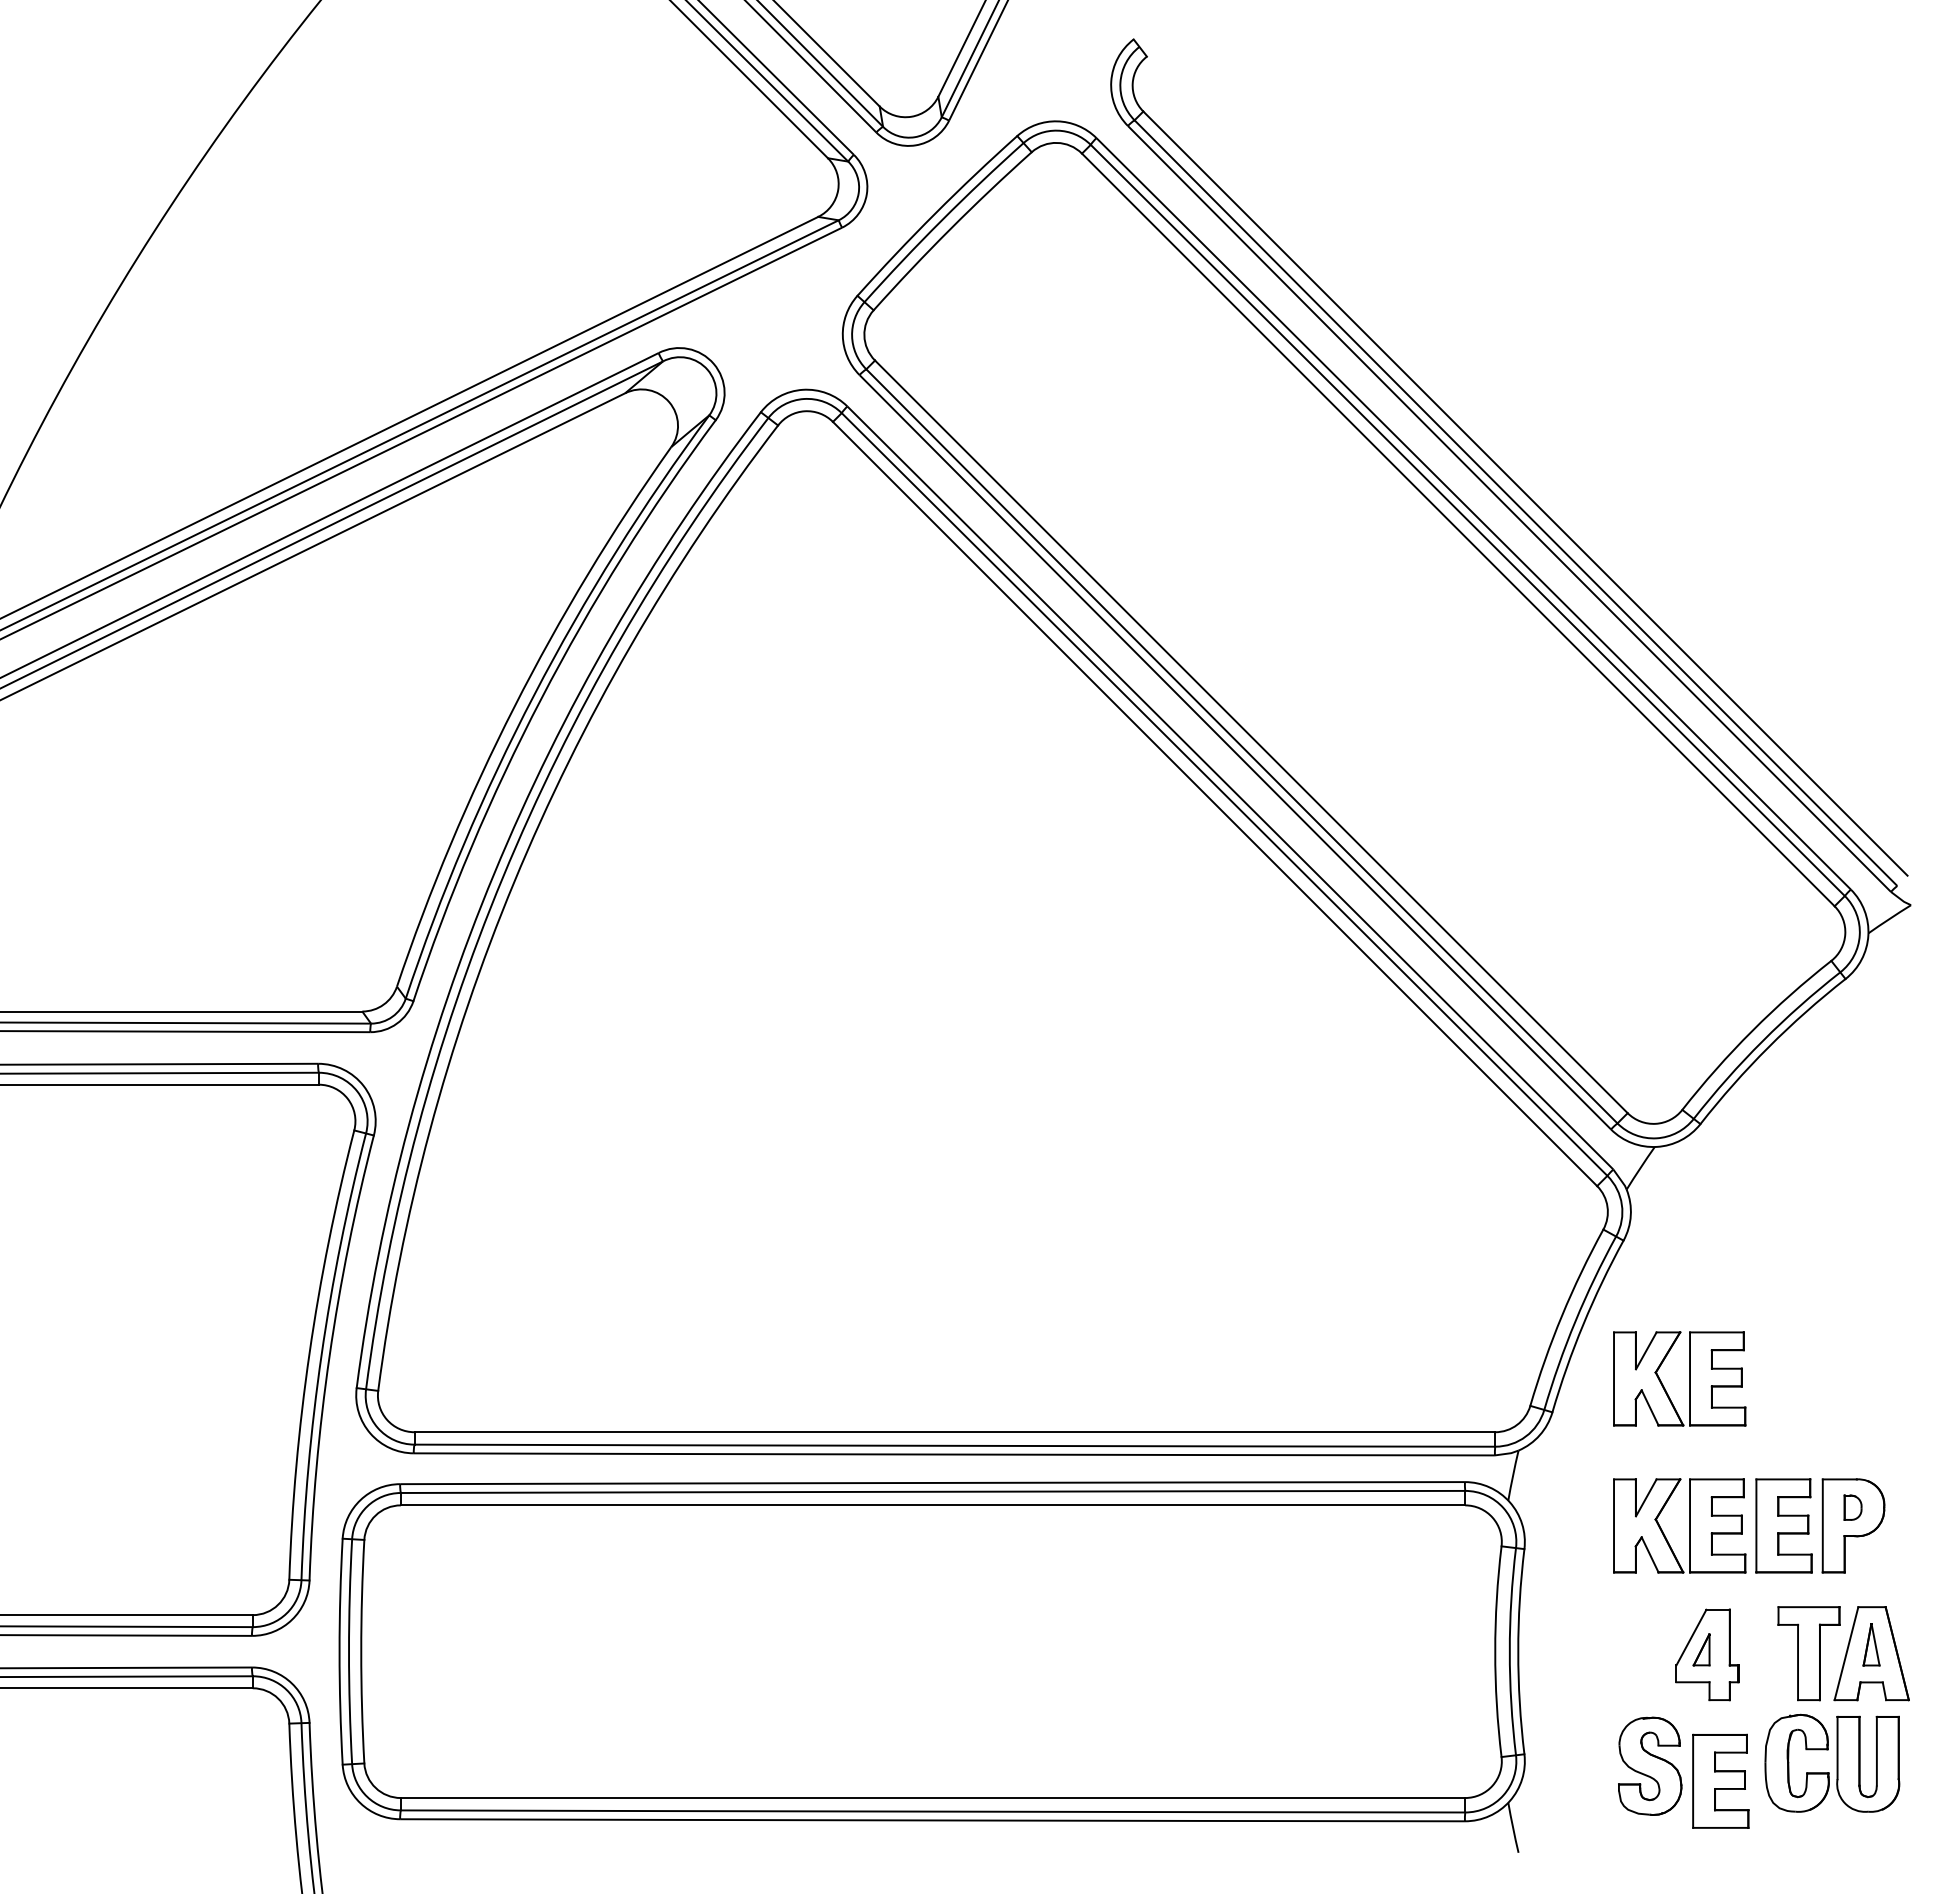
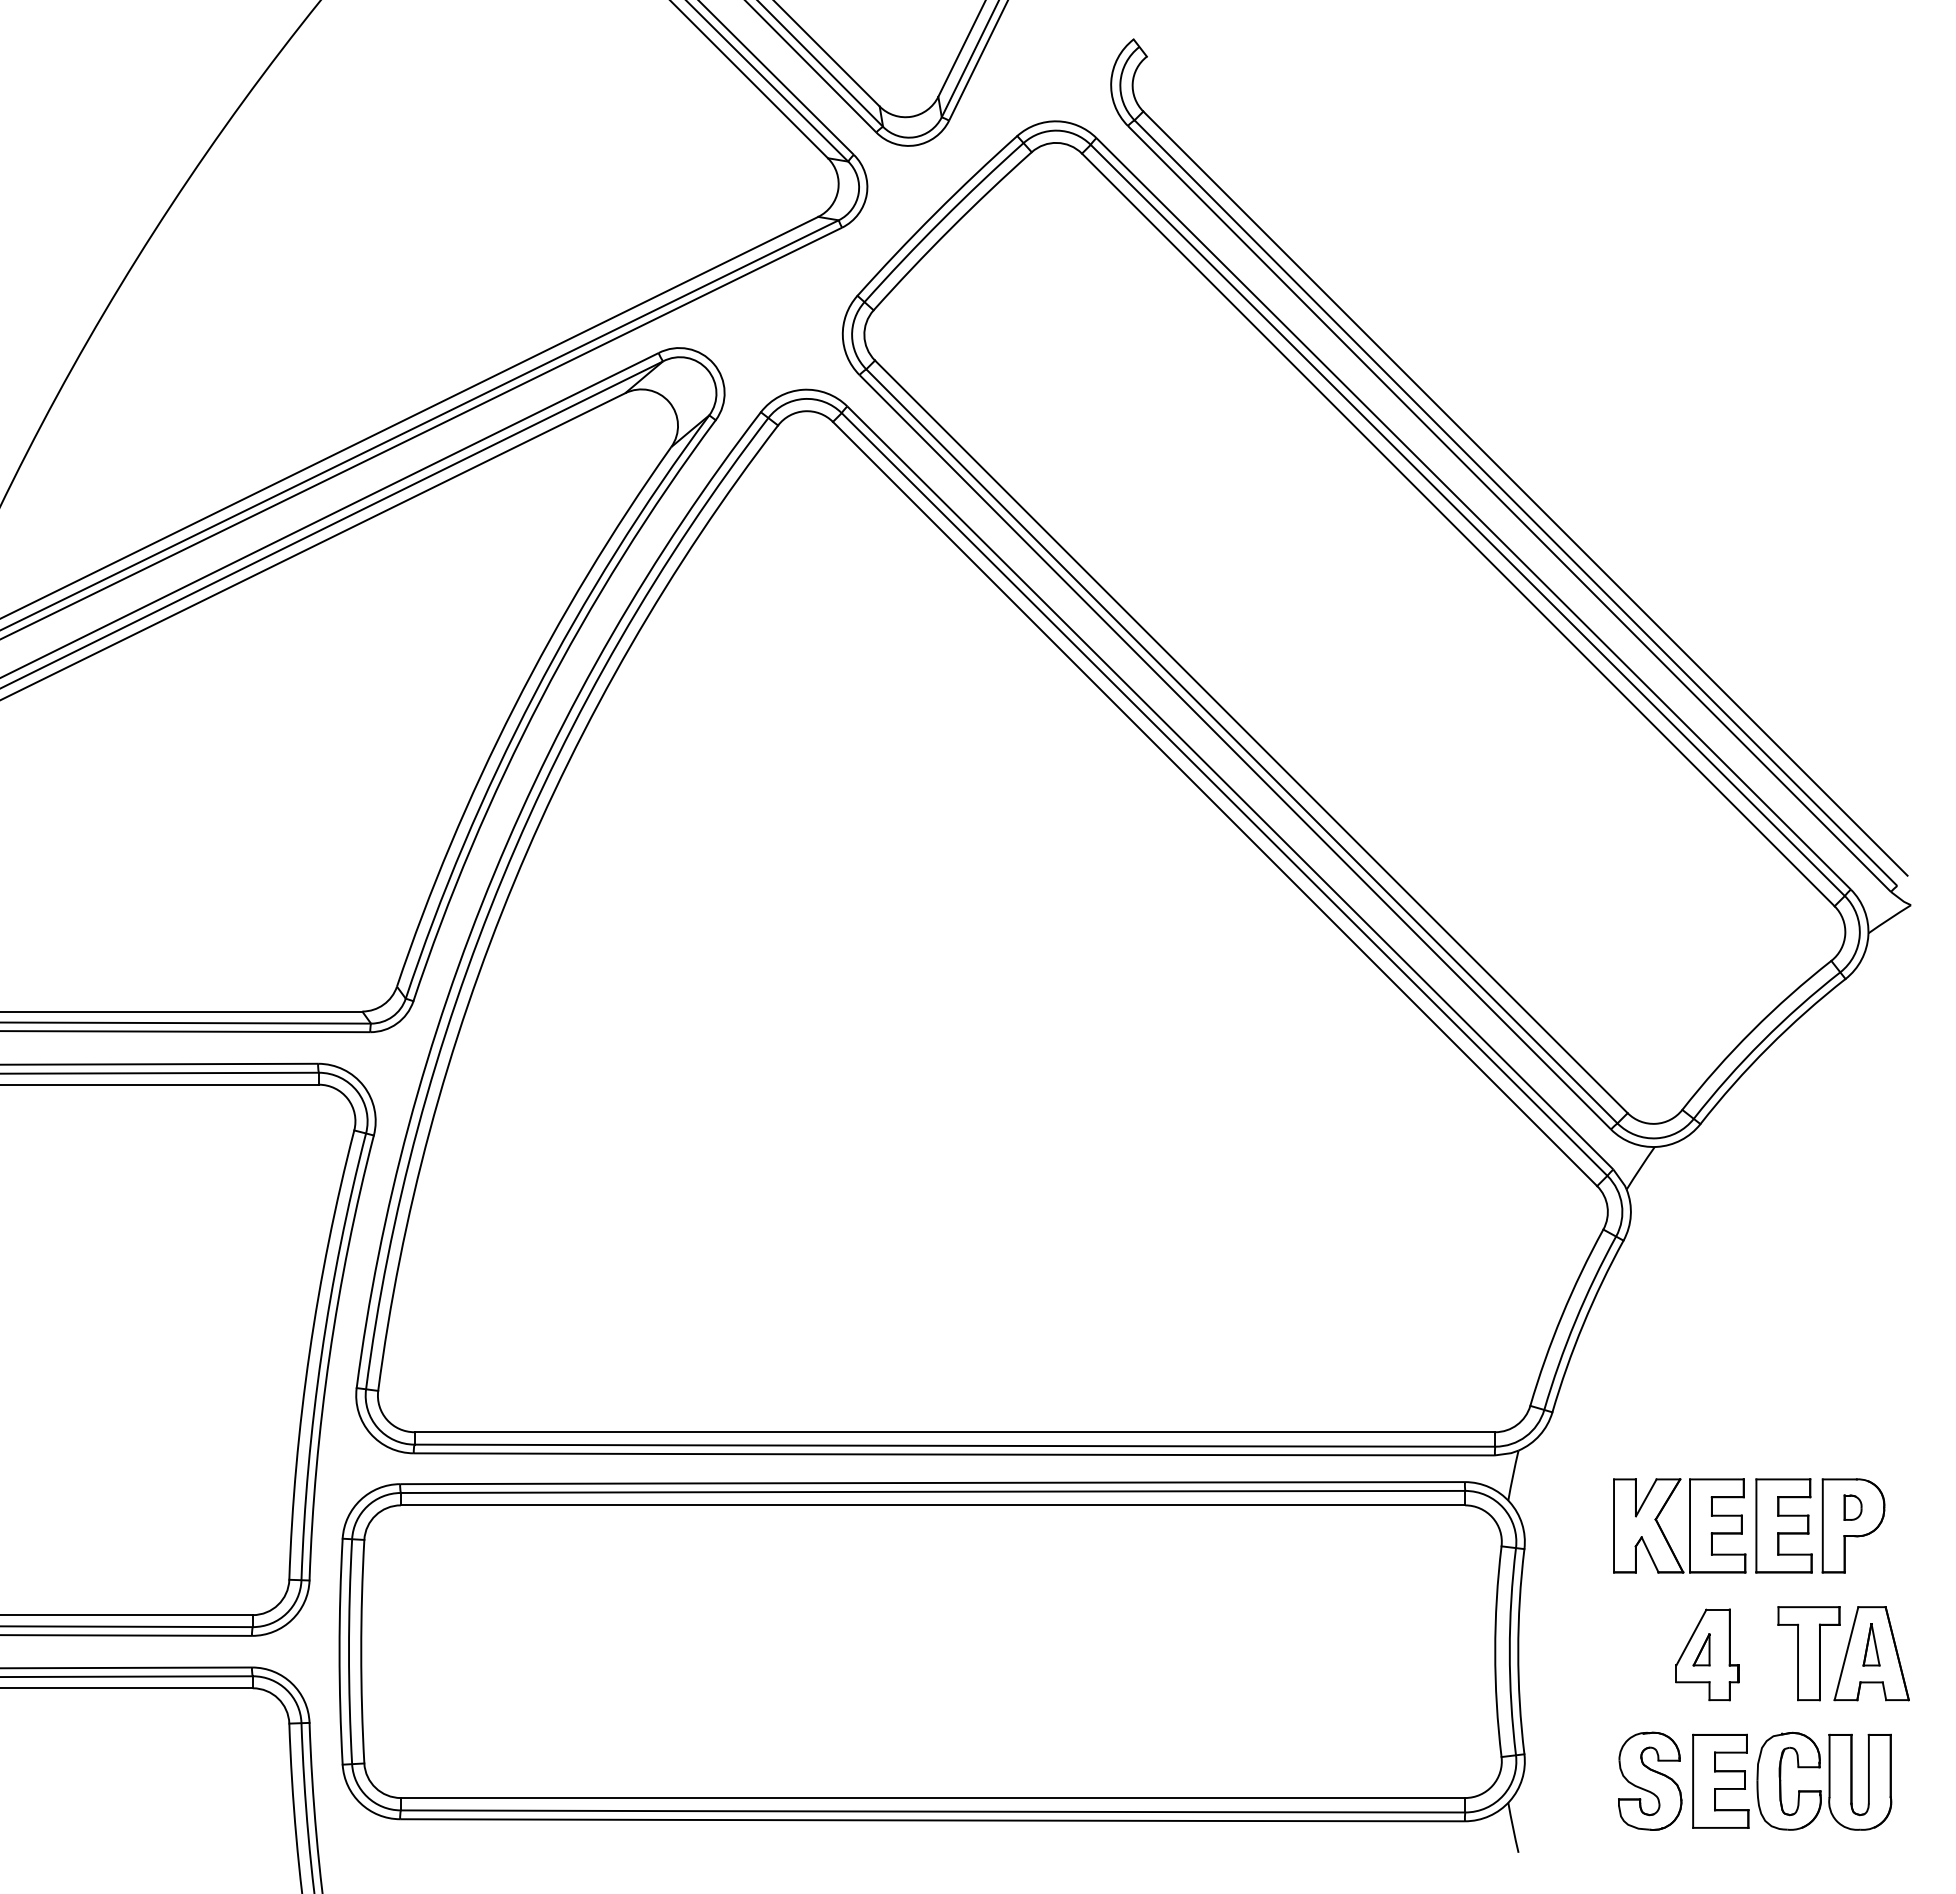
part at (1689, 1378): present -> none
part at (1832, 1762) position: (1832, 1762) -> (1824, 1780)
part at (1650, 1765) position: (1650, 1765) -> (1650, 1780)
